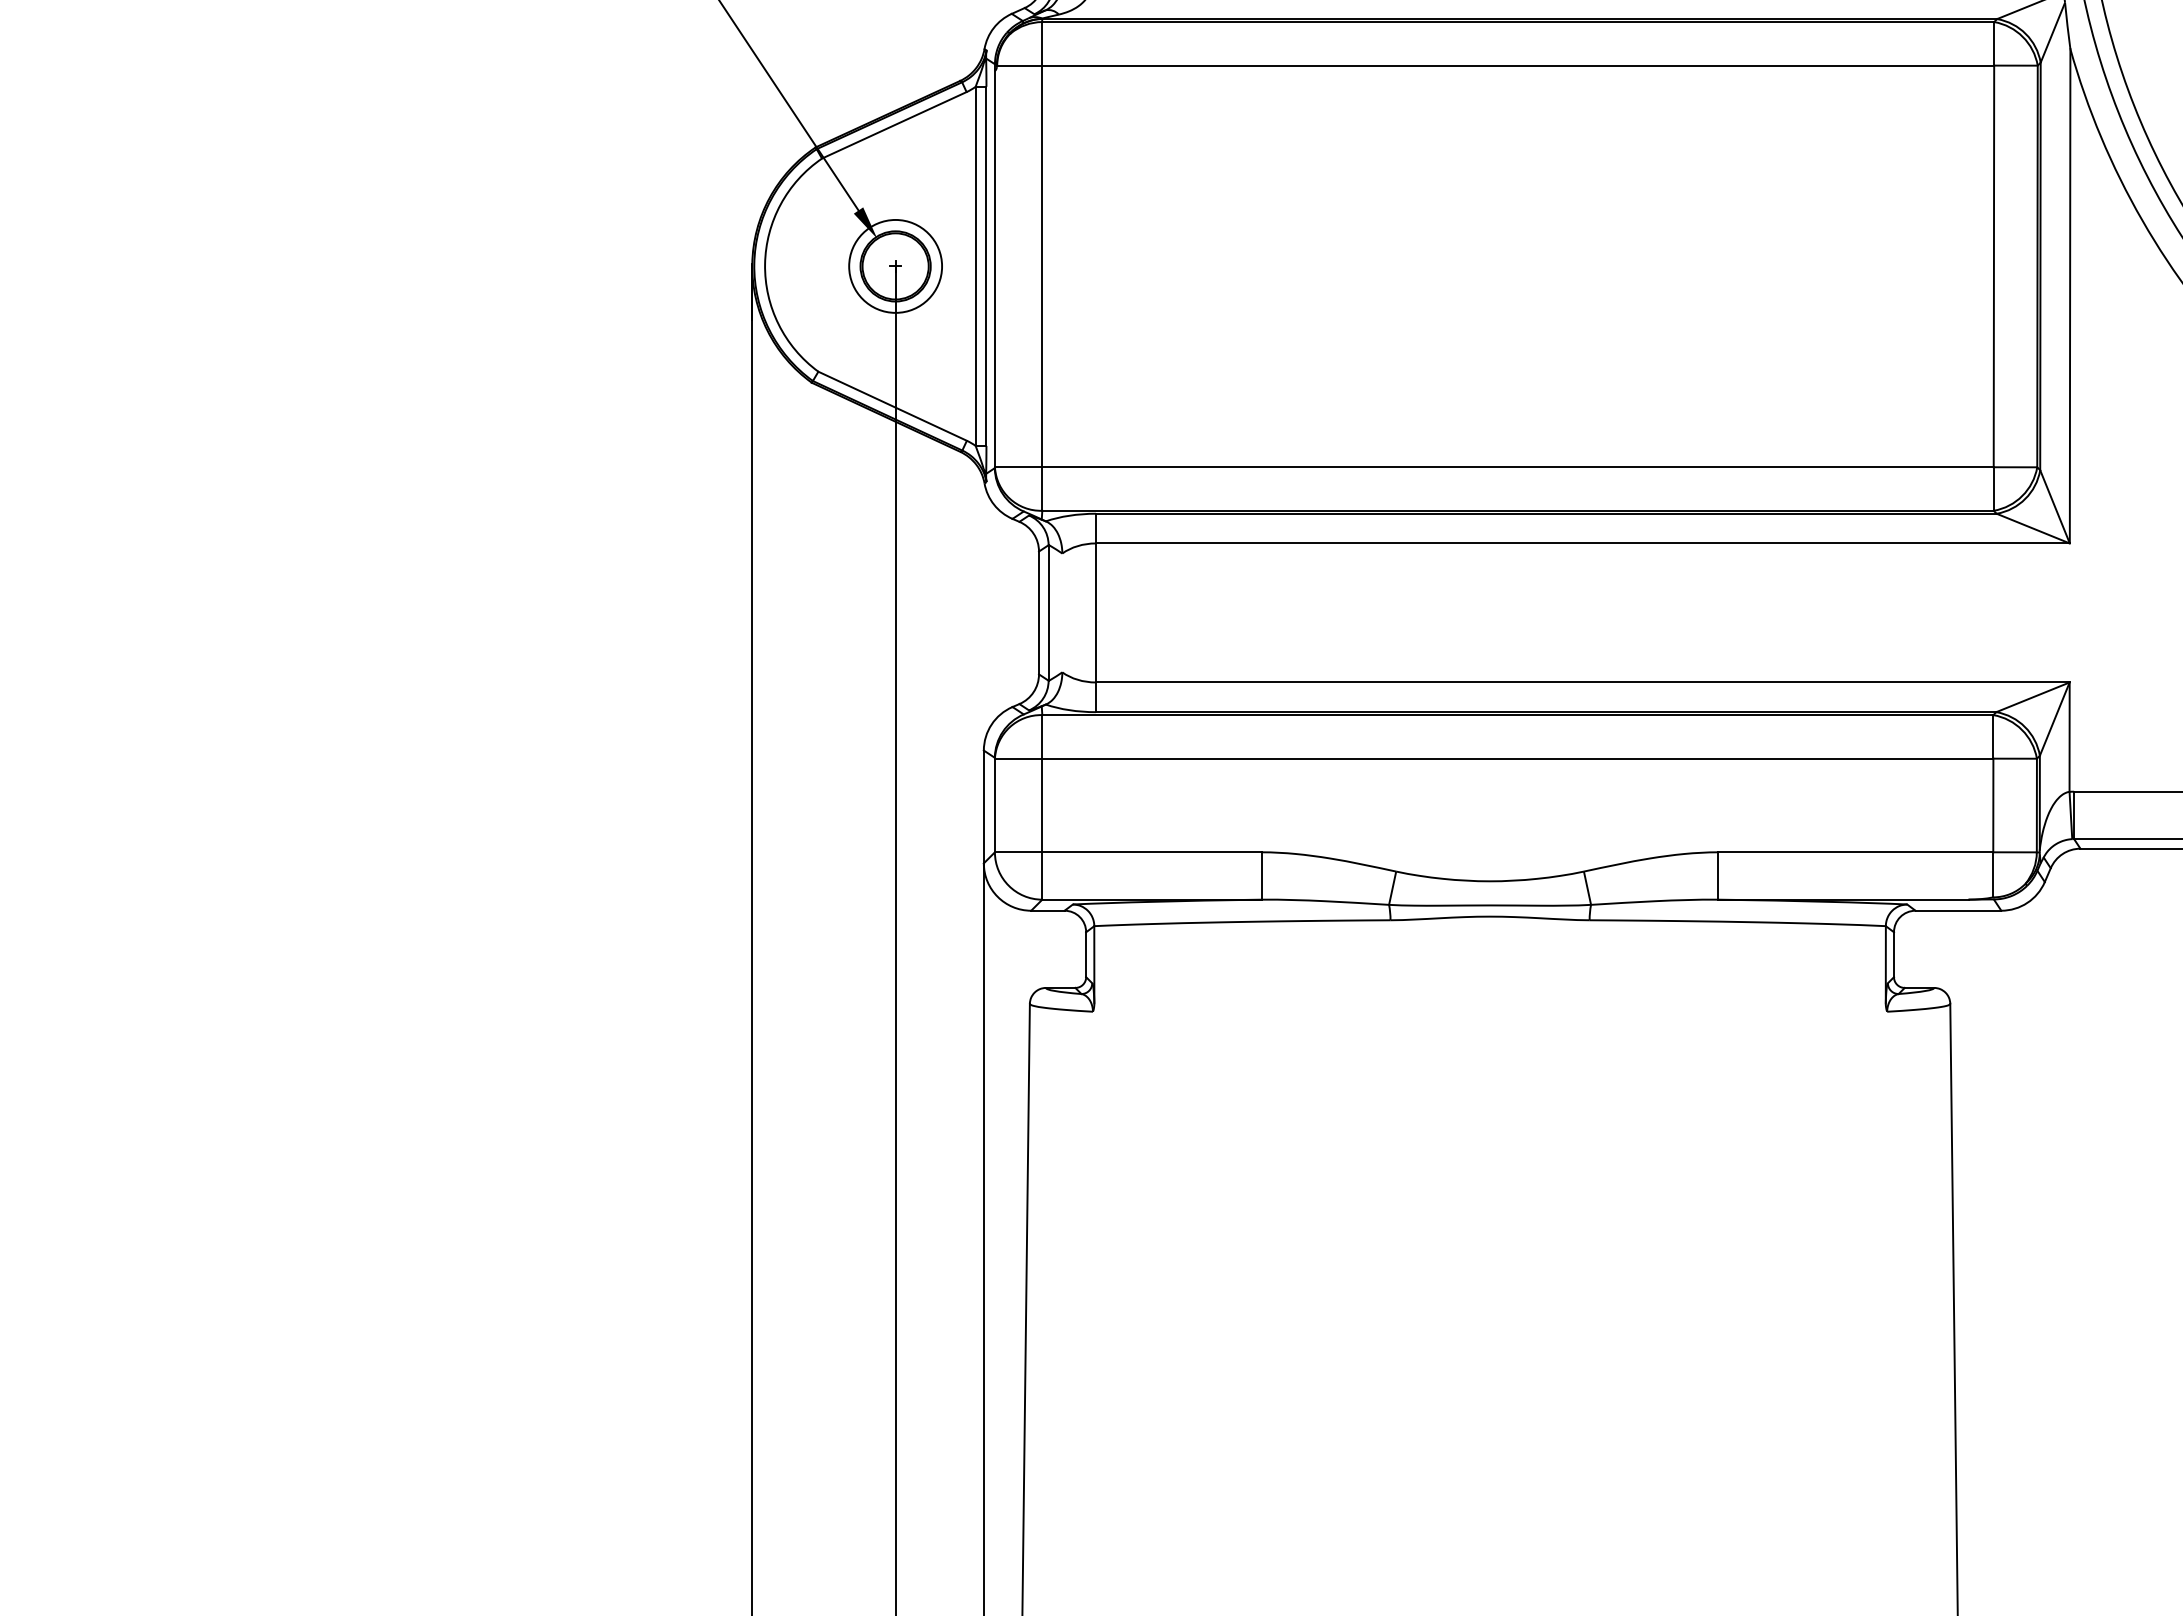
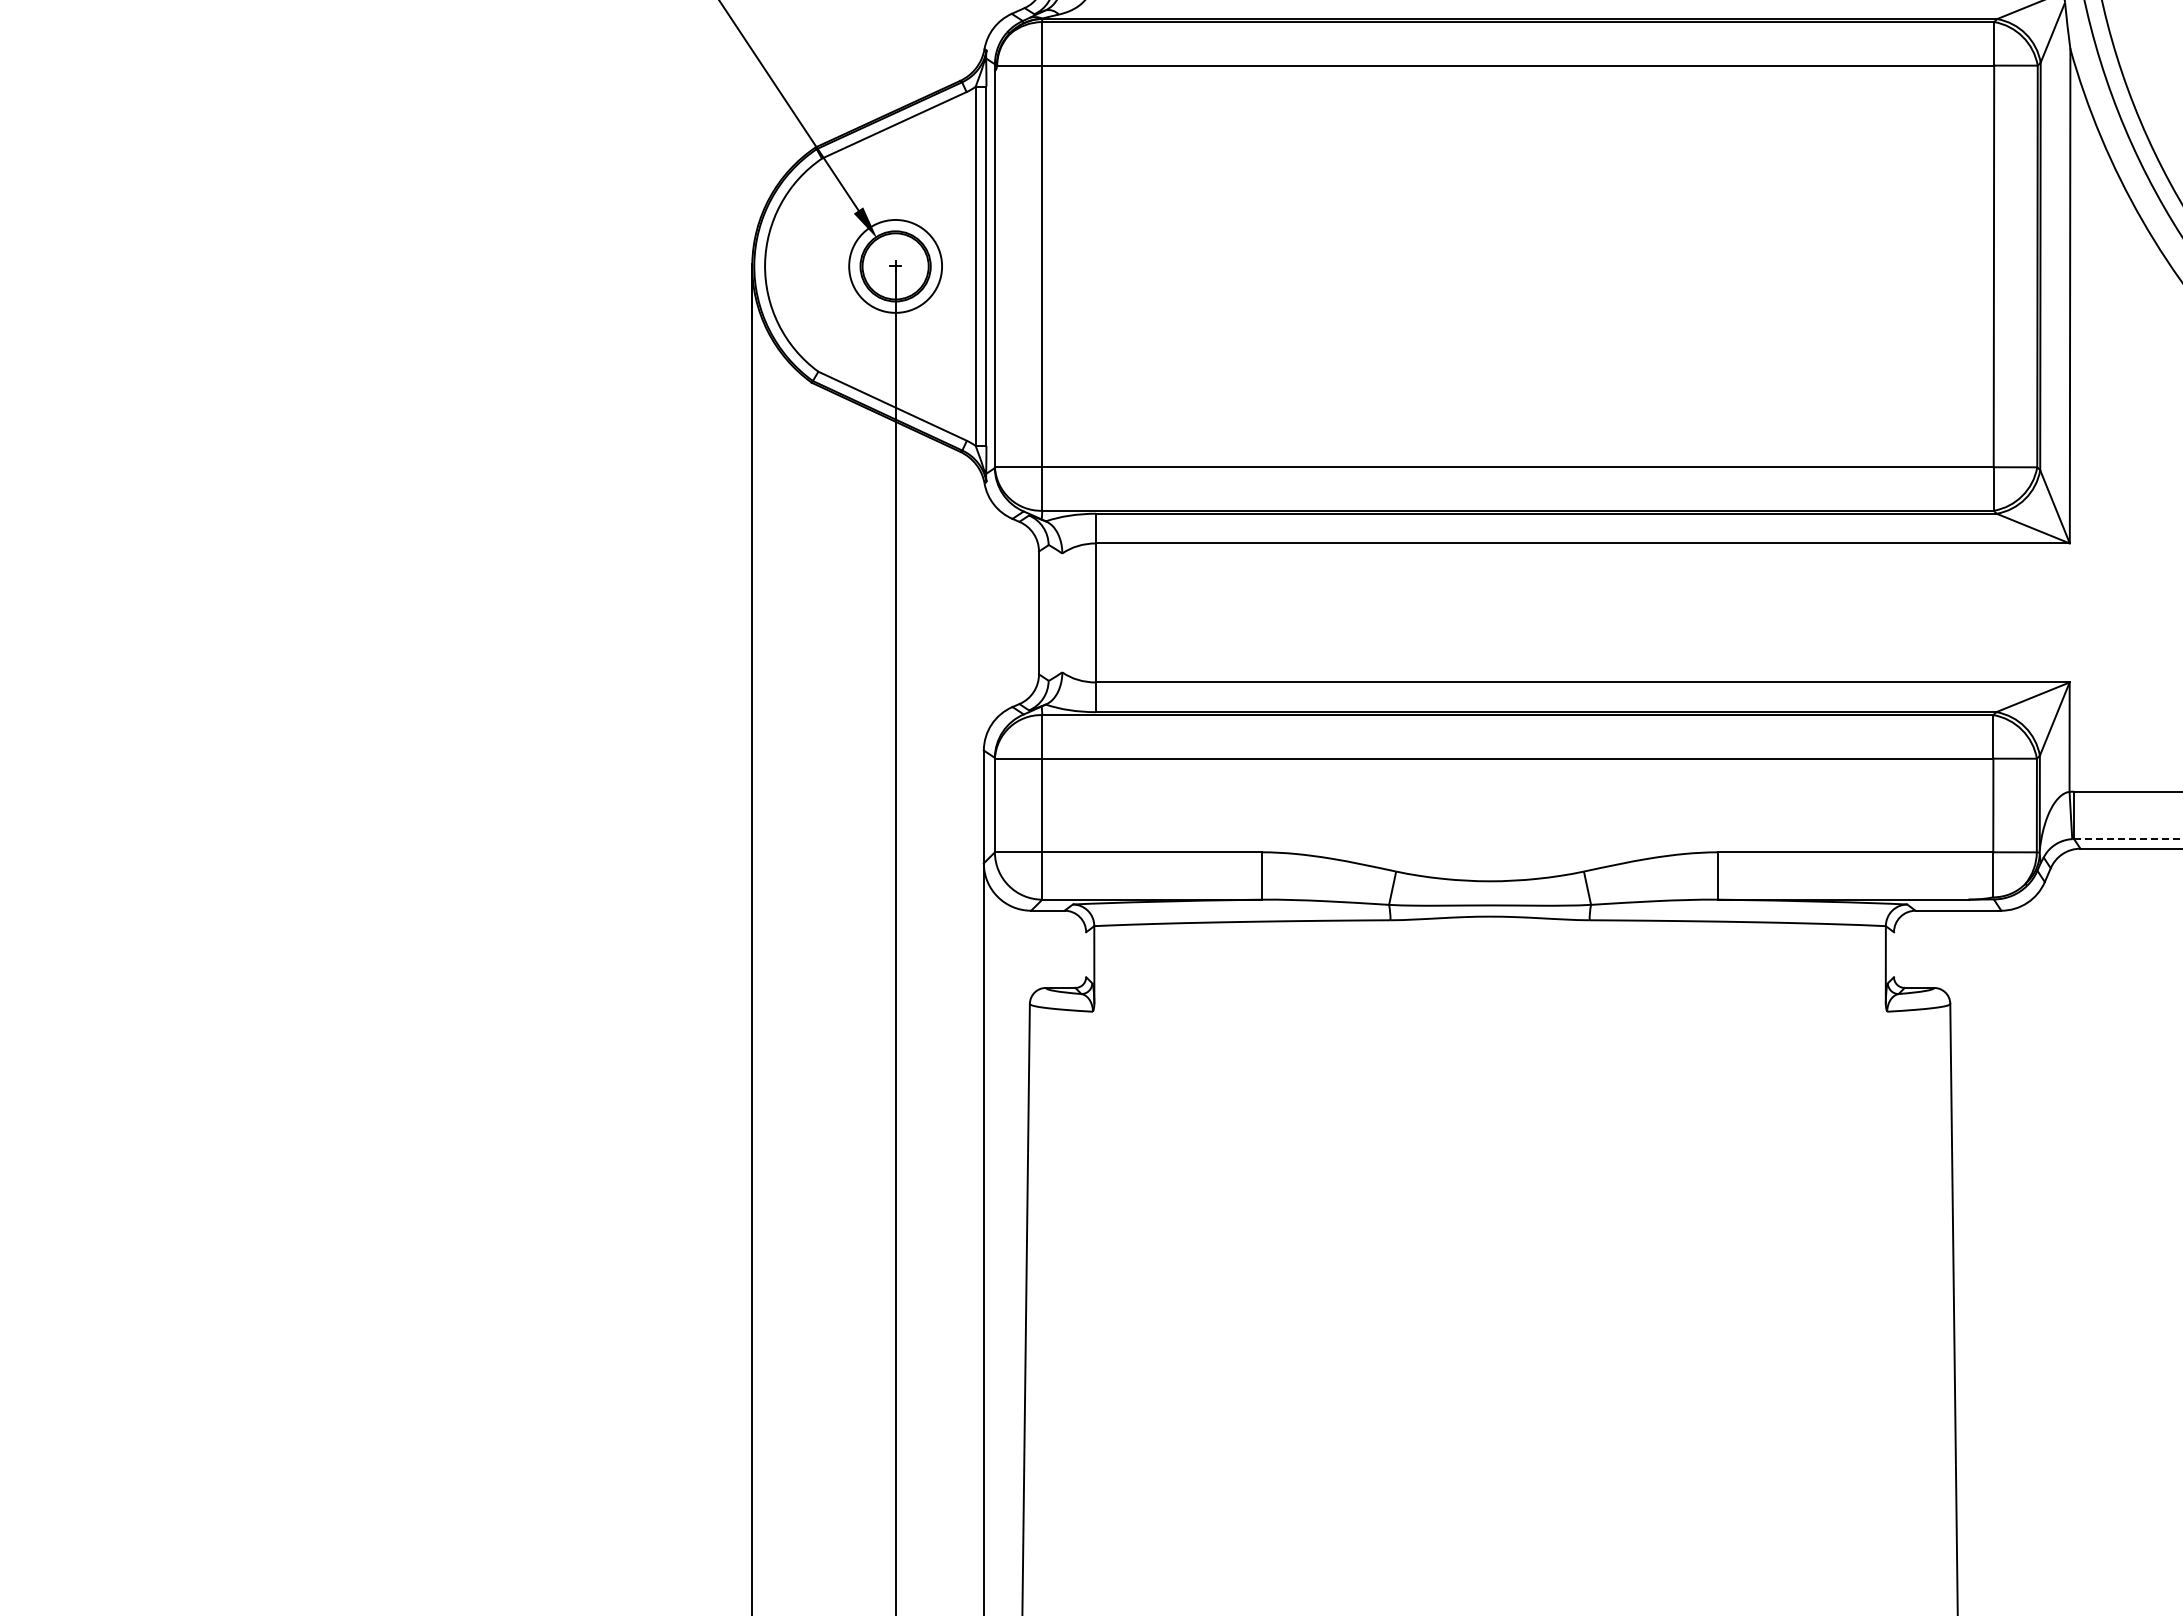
line at (1048, 612): present -> none
line at (2128, 839): solid -> dashed
line at (1086, 954): present -> none
line at (1894, 954): present -> none
